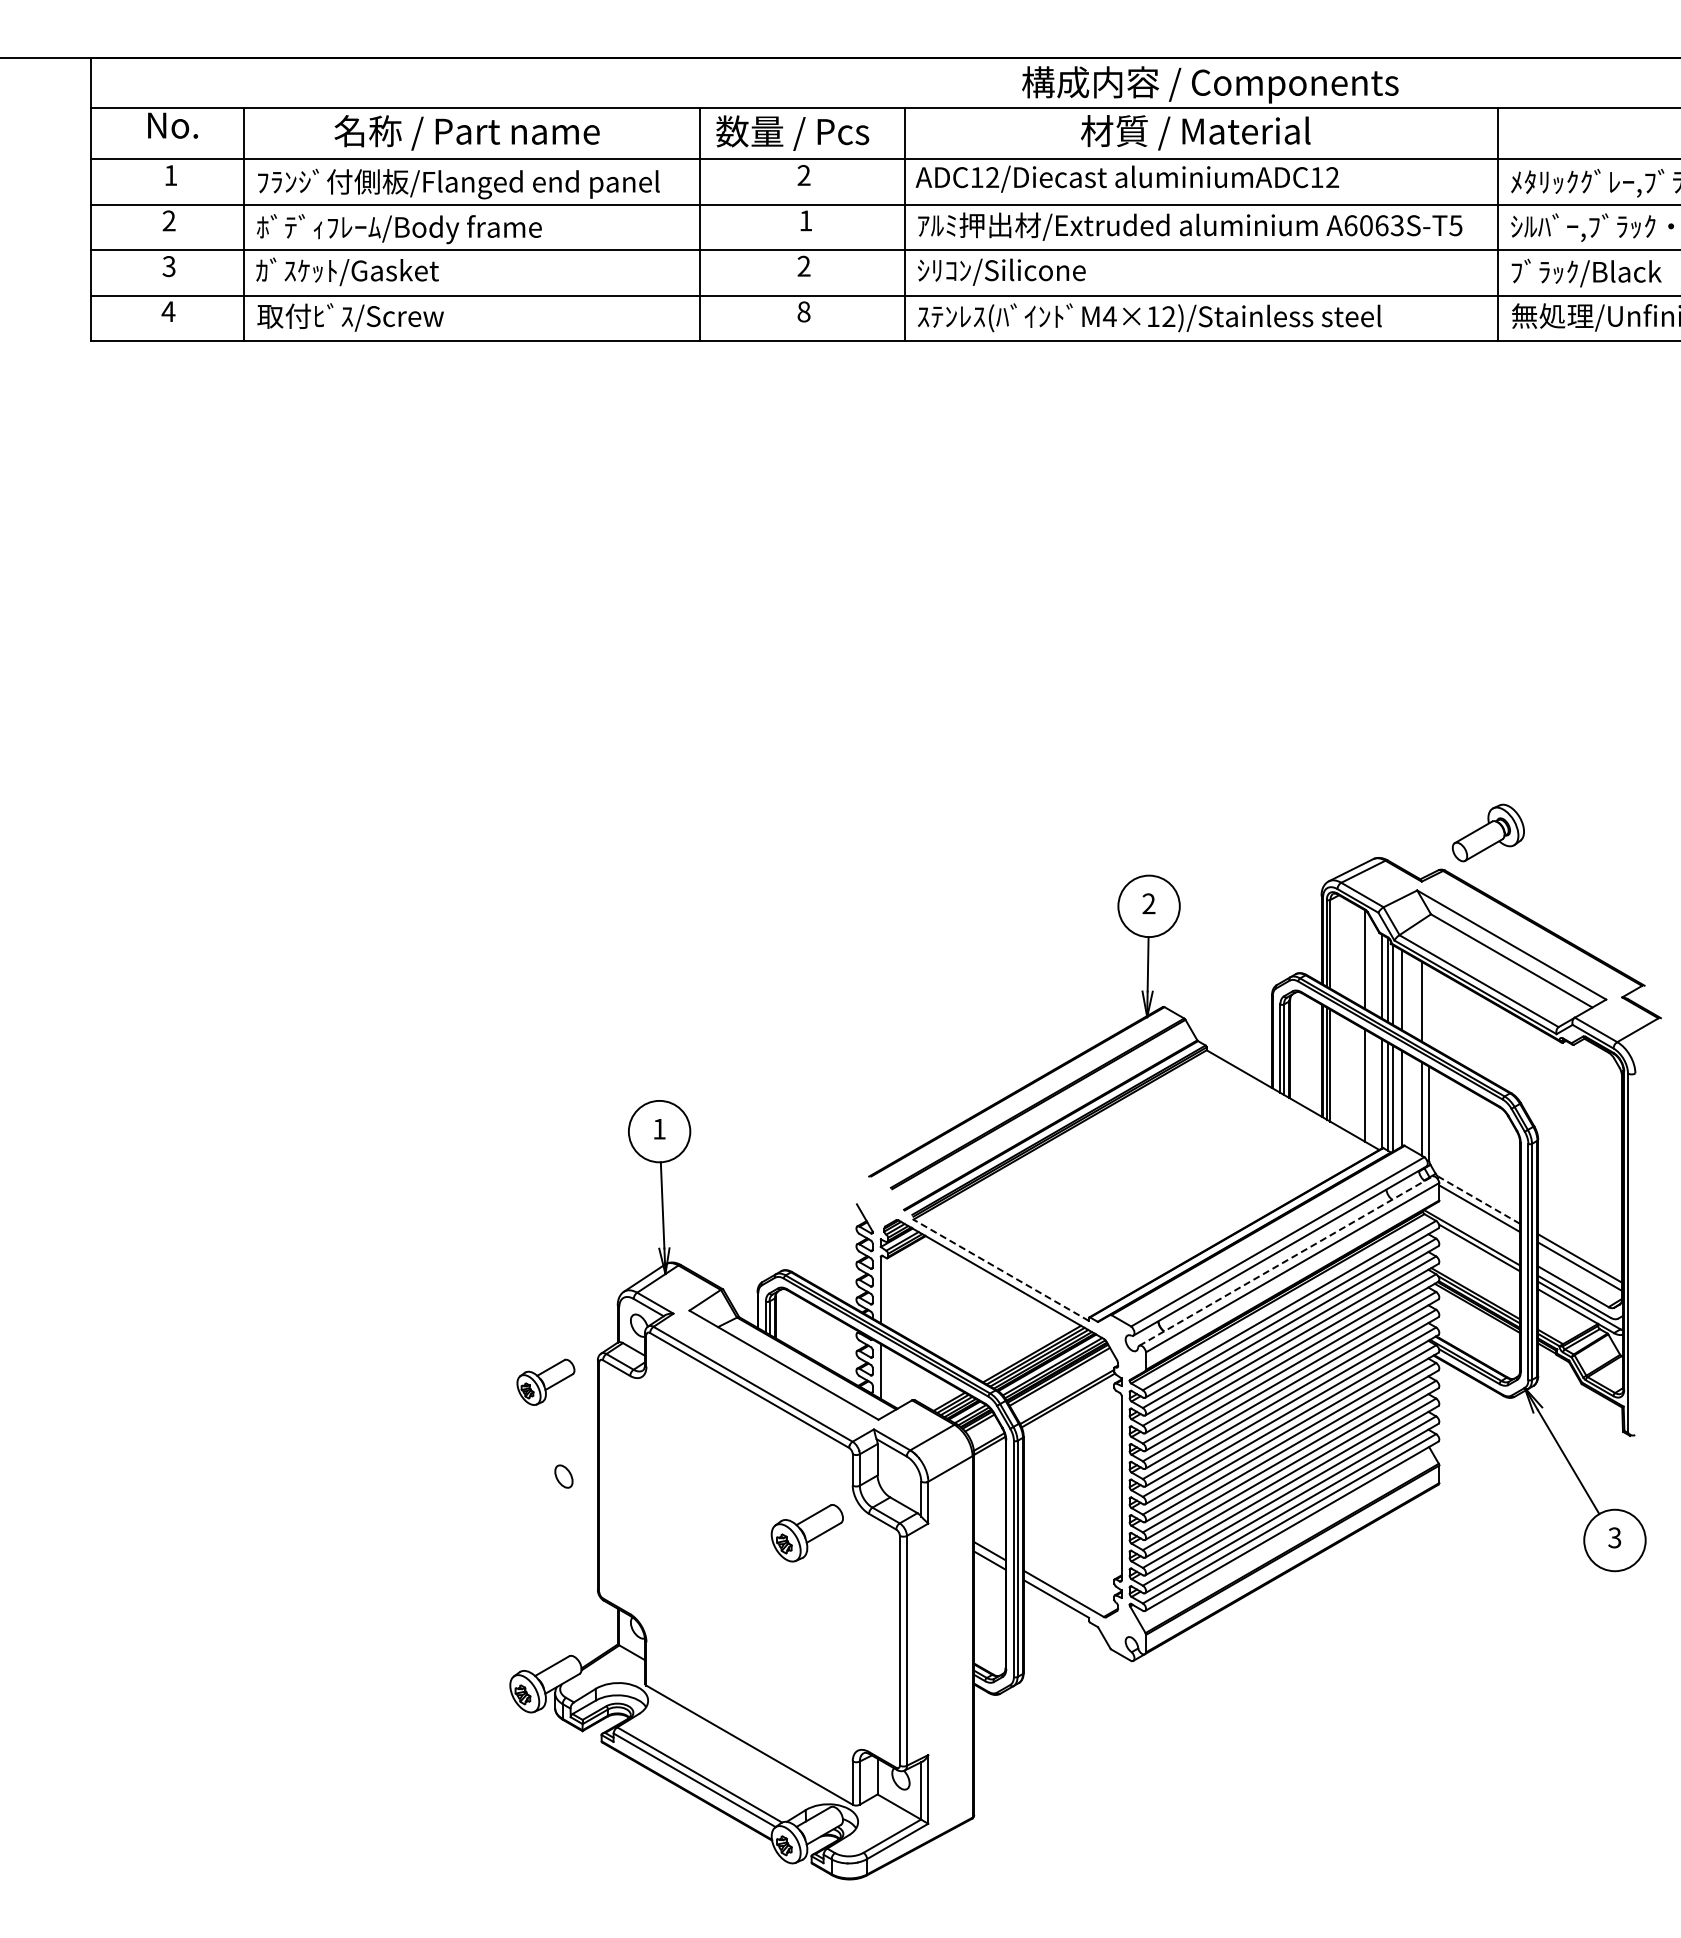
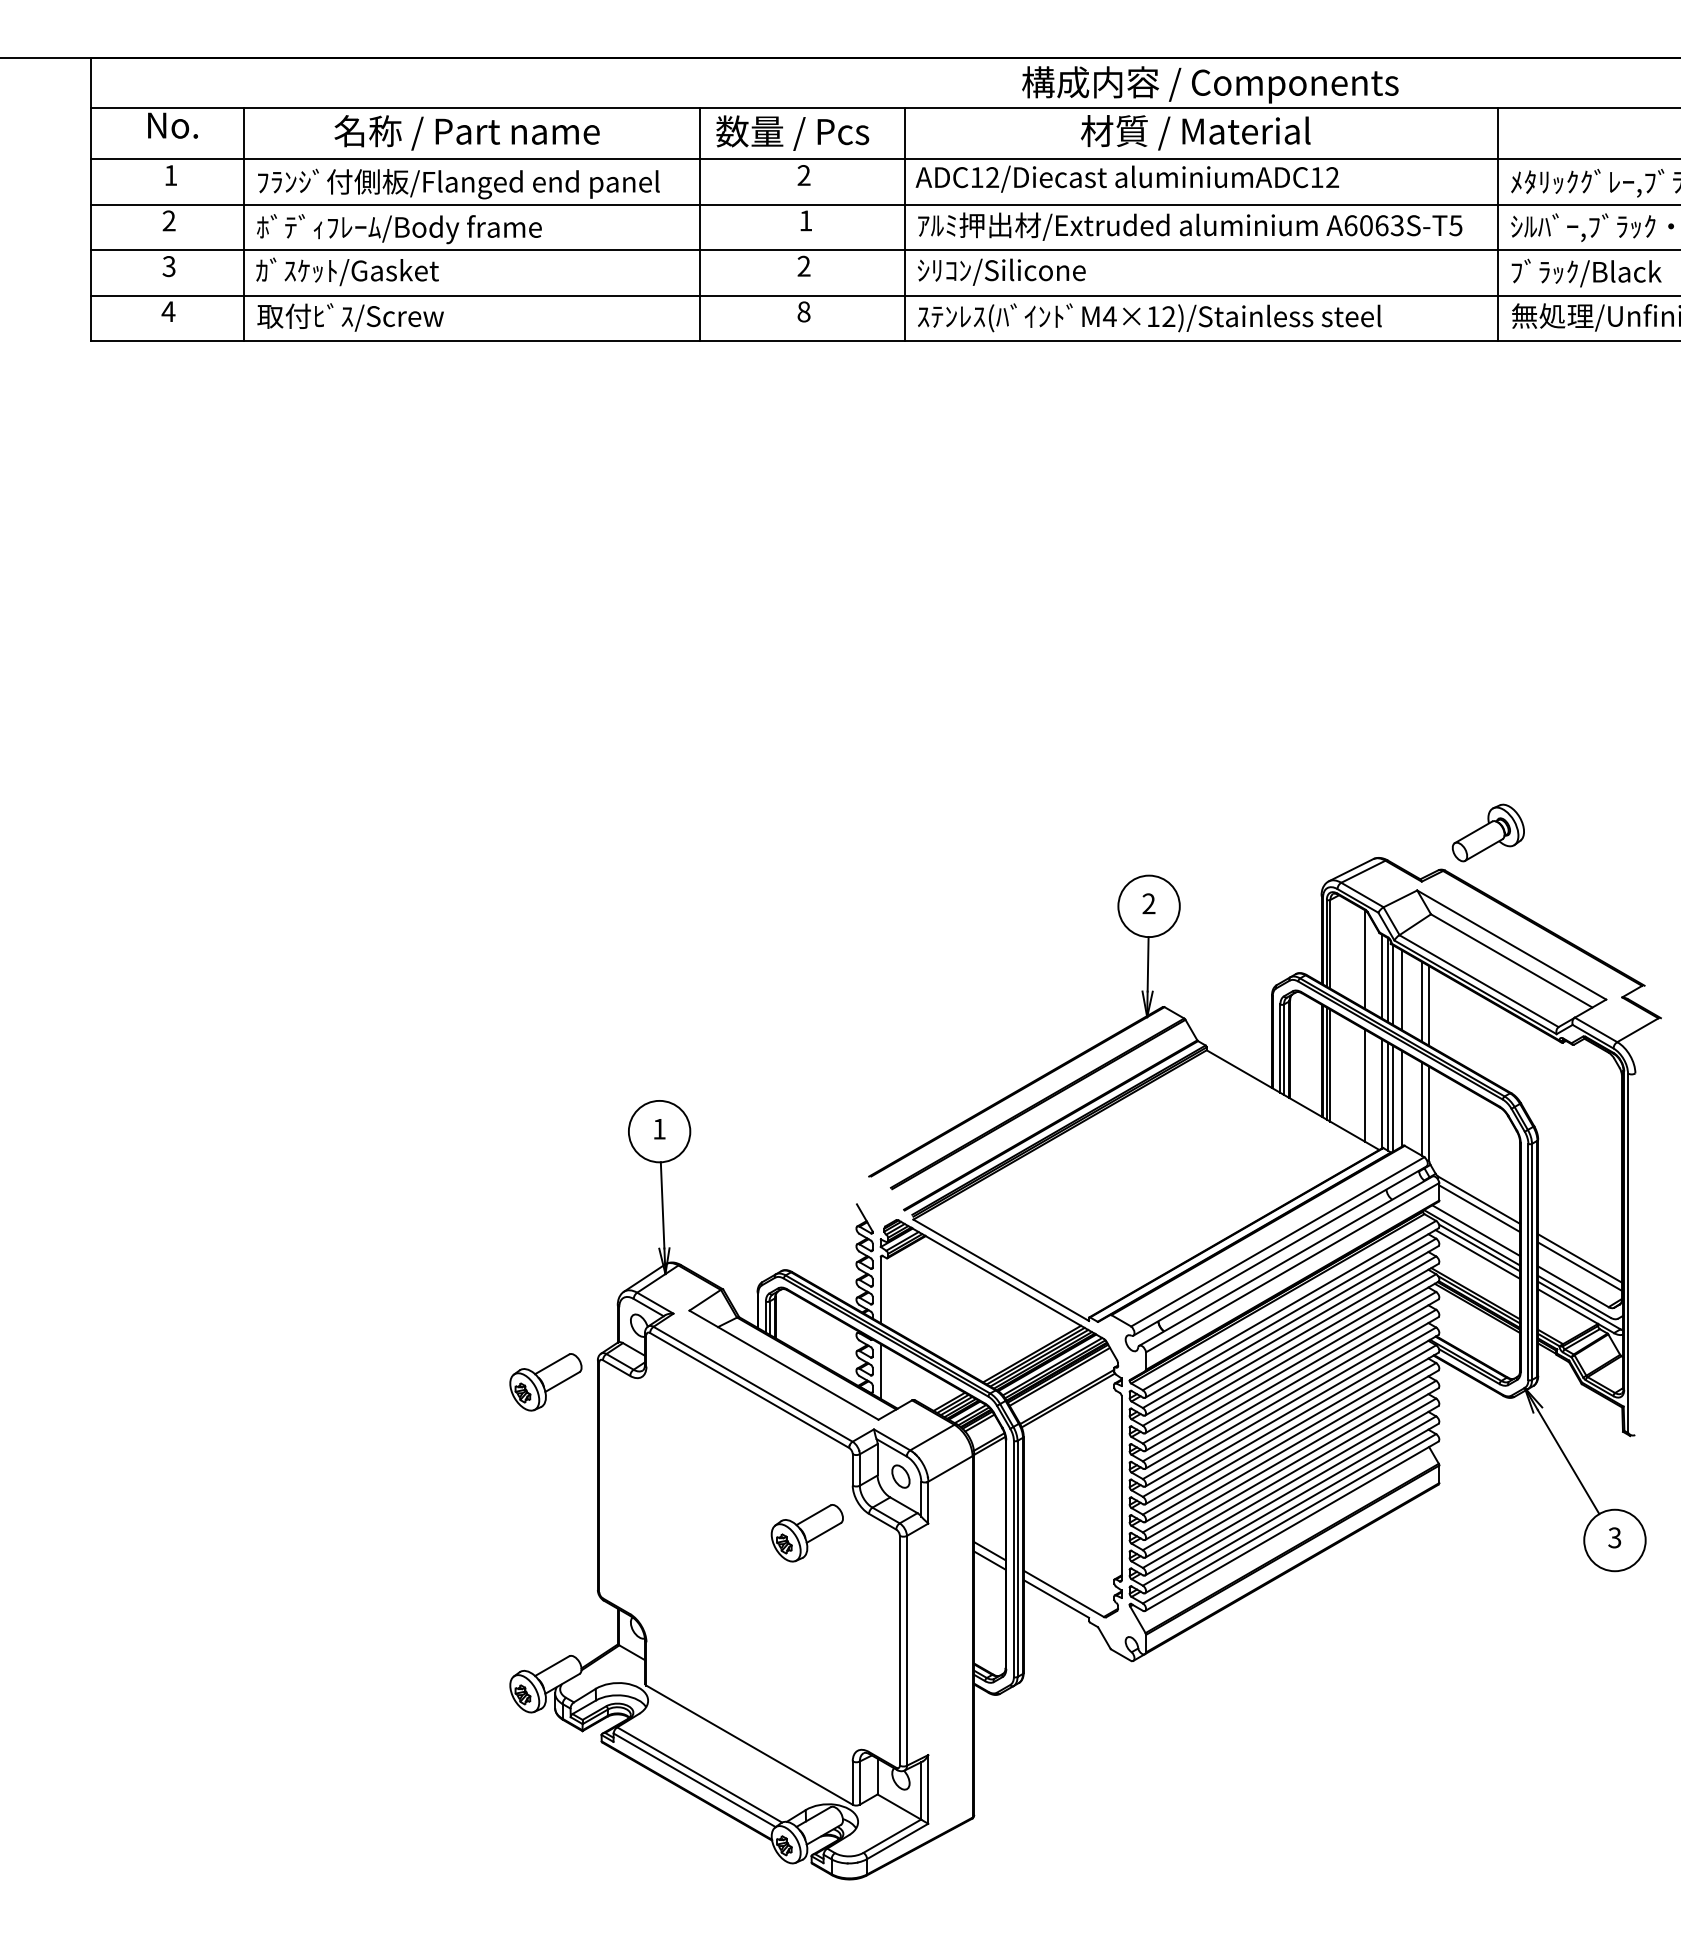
line at (1429, 1005): none -> present
line at (1478, 1199): dashed -> solid
line at (1476, 1230): none -> present
line at (1477, 1254): none -> present
line at (1286, 1260): dashed -> solid
line at (1000, 1270): dashed -> solid
part at (545, 1381) size: 60x48 px -> 74x59 px
part at (563, 1476) position: (563, 1476) -> (900, 1476)
